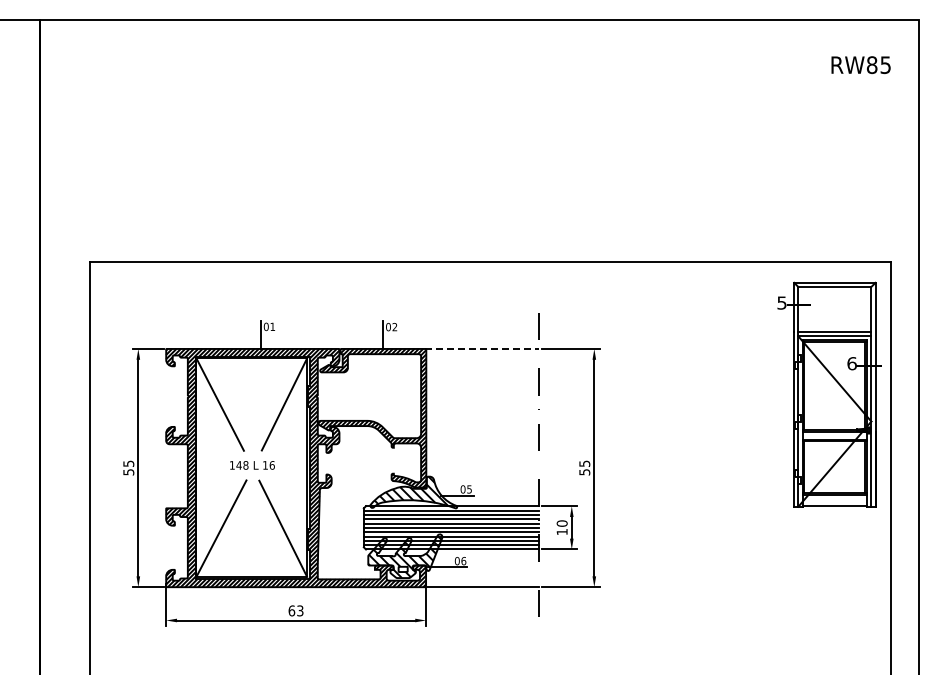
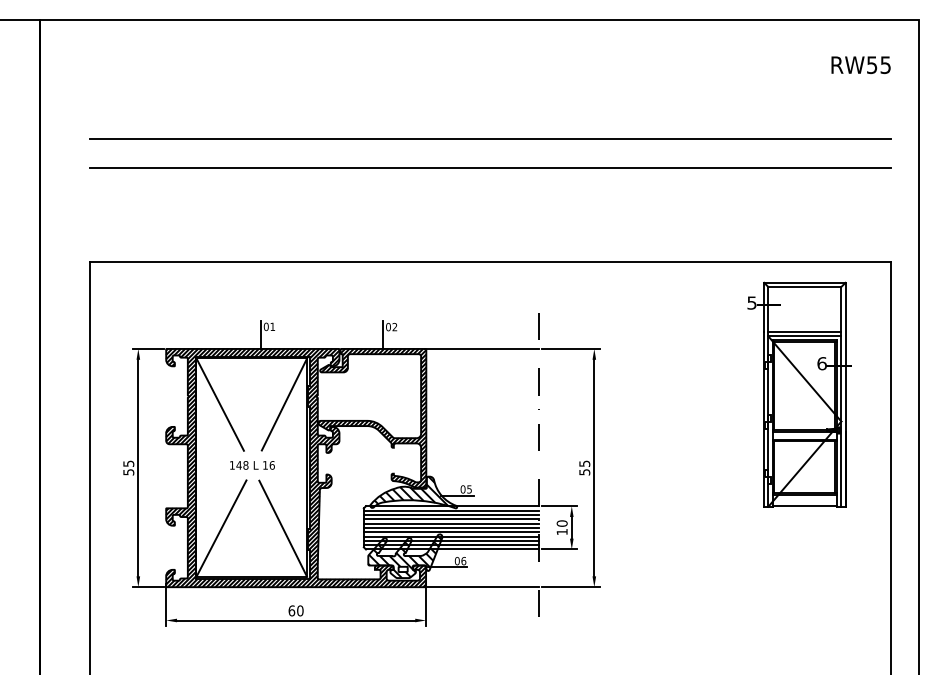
text at (872, 65): RW85 -> RW55
line at (489, 138): none -> present
line at (489, 167): none -> present
line at (482, 348): dashed -> solid
part at (829, 394) position: (829, 394) -> (799, 394)
text at (300, 610): 63 -> 60
